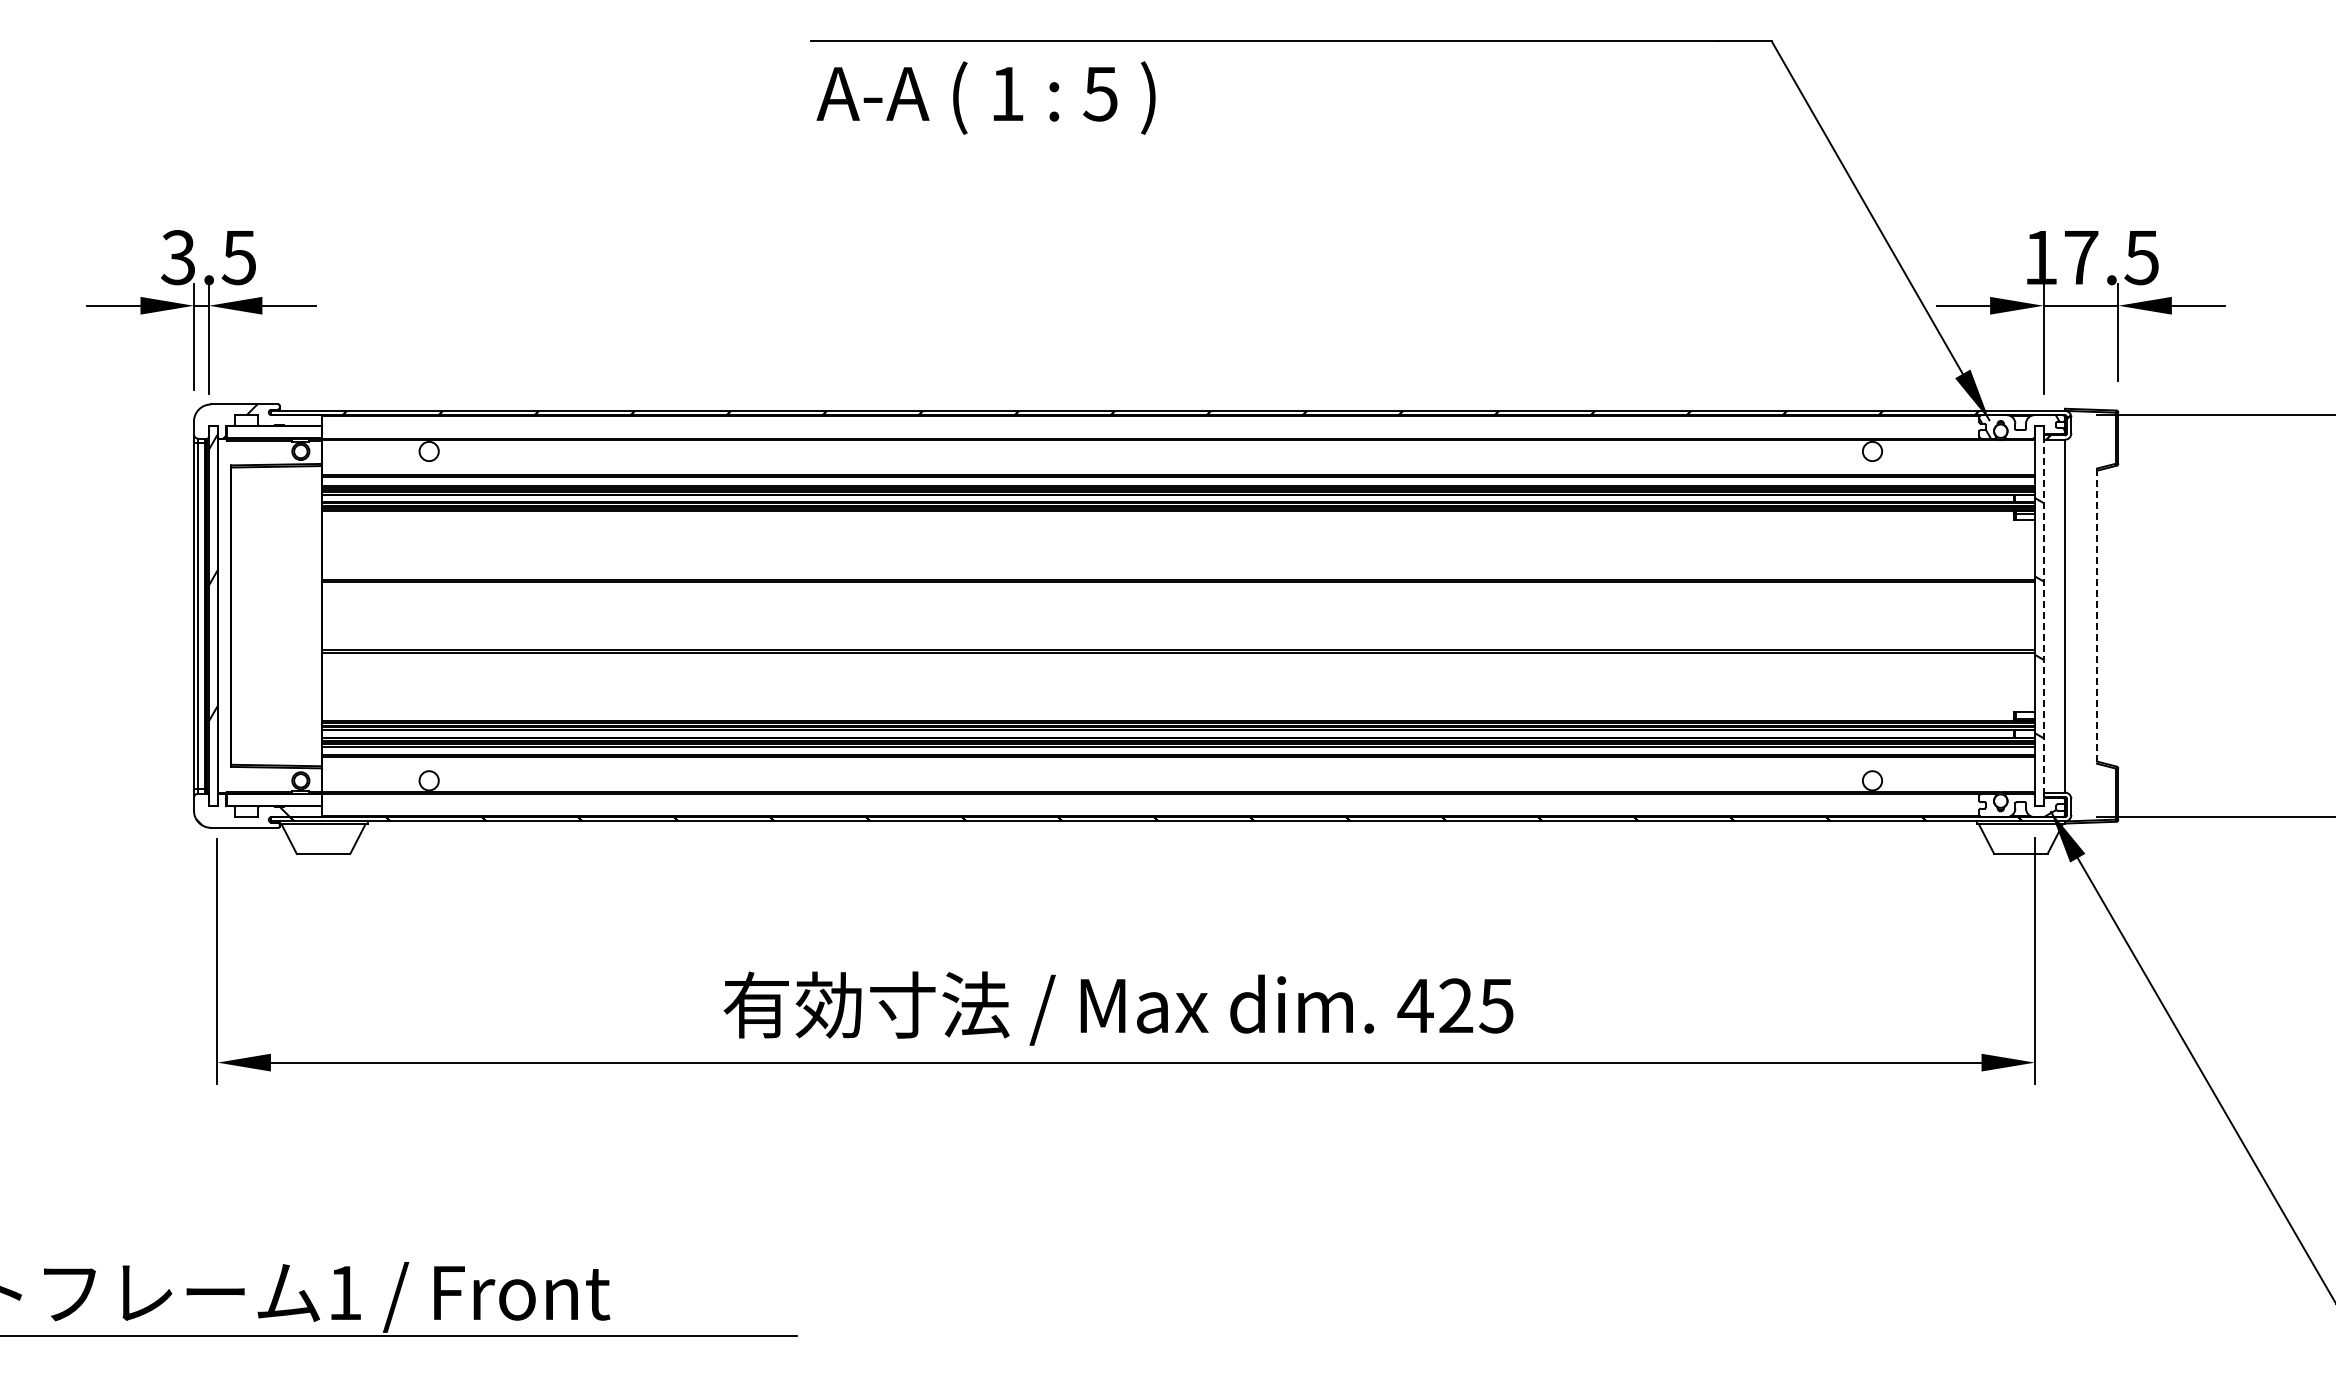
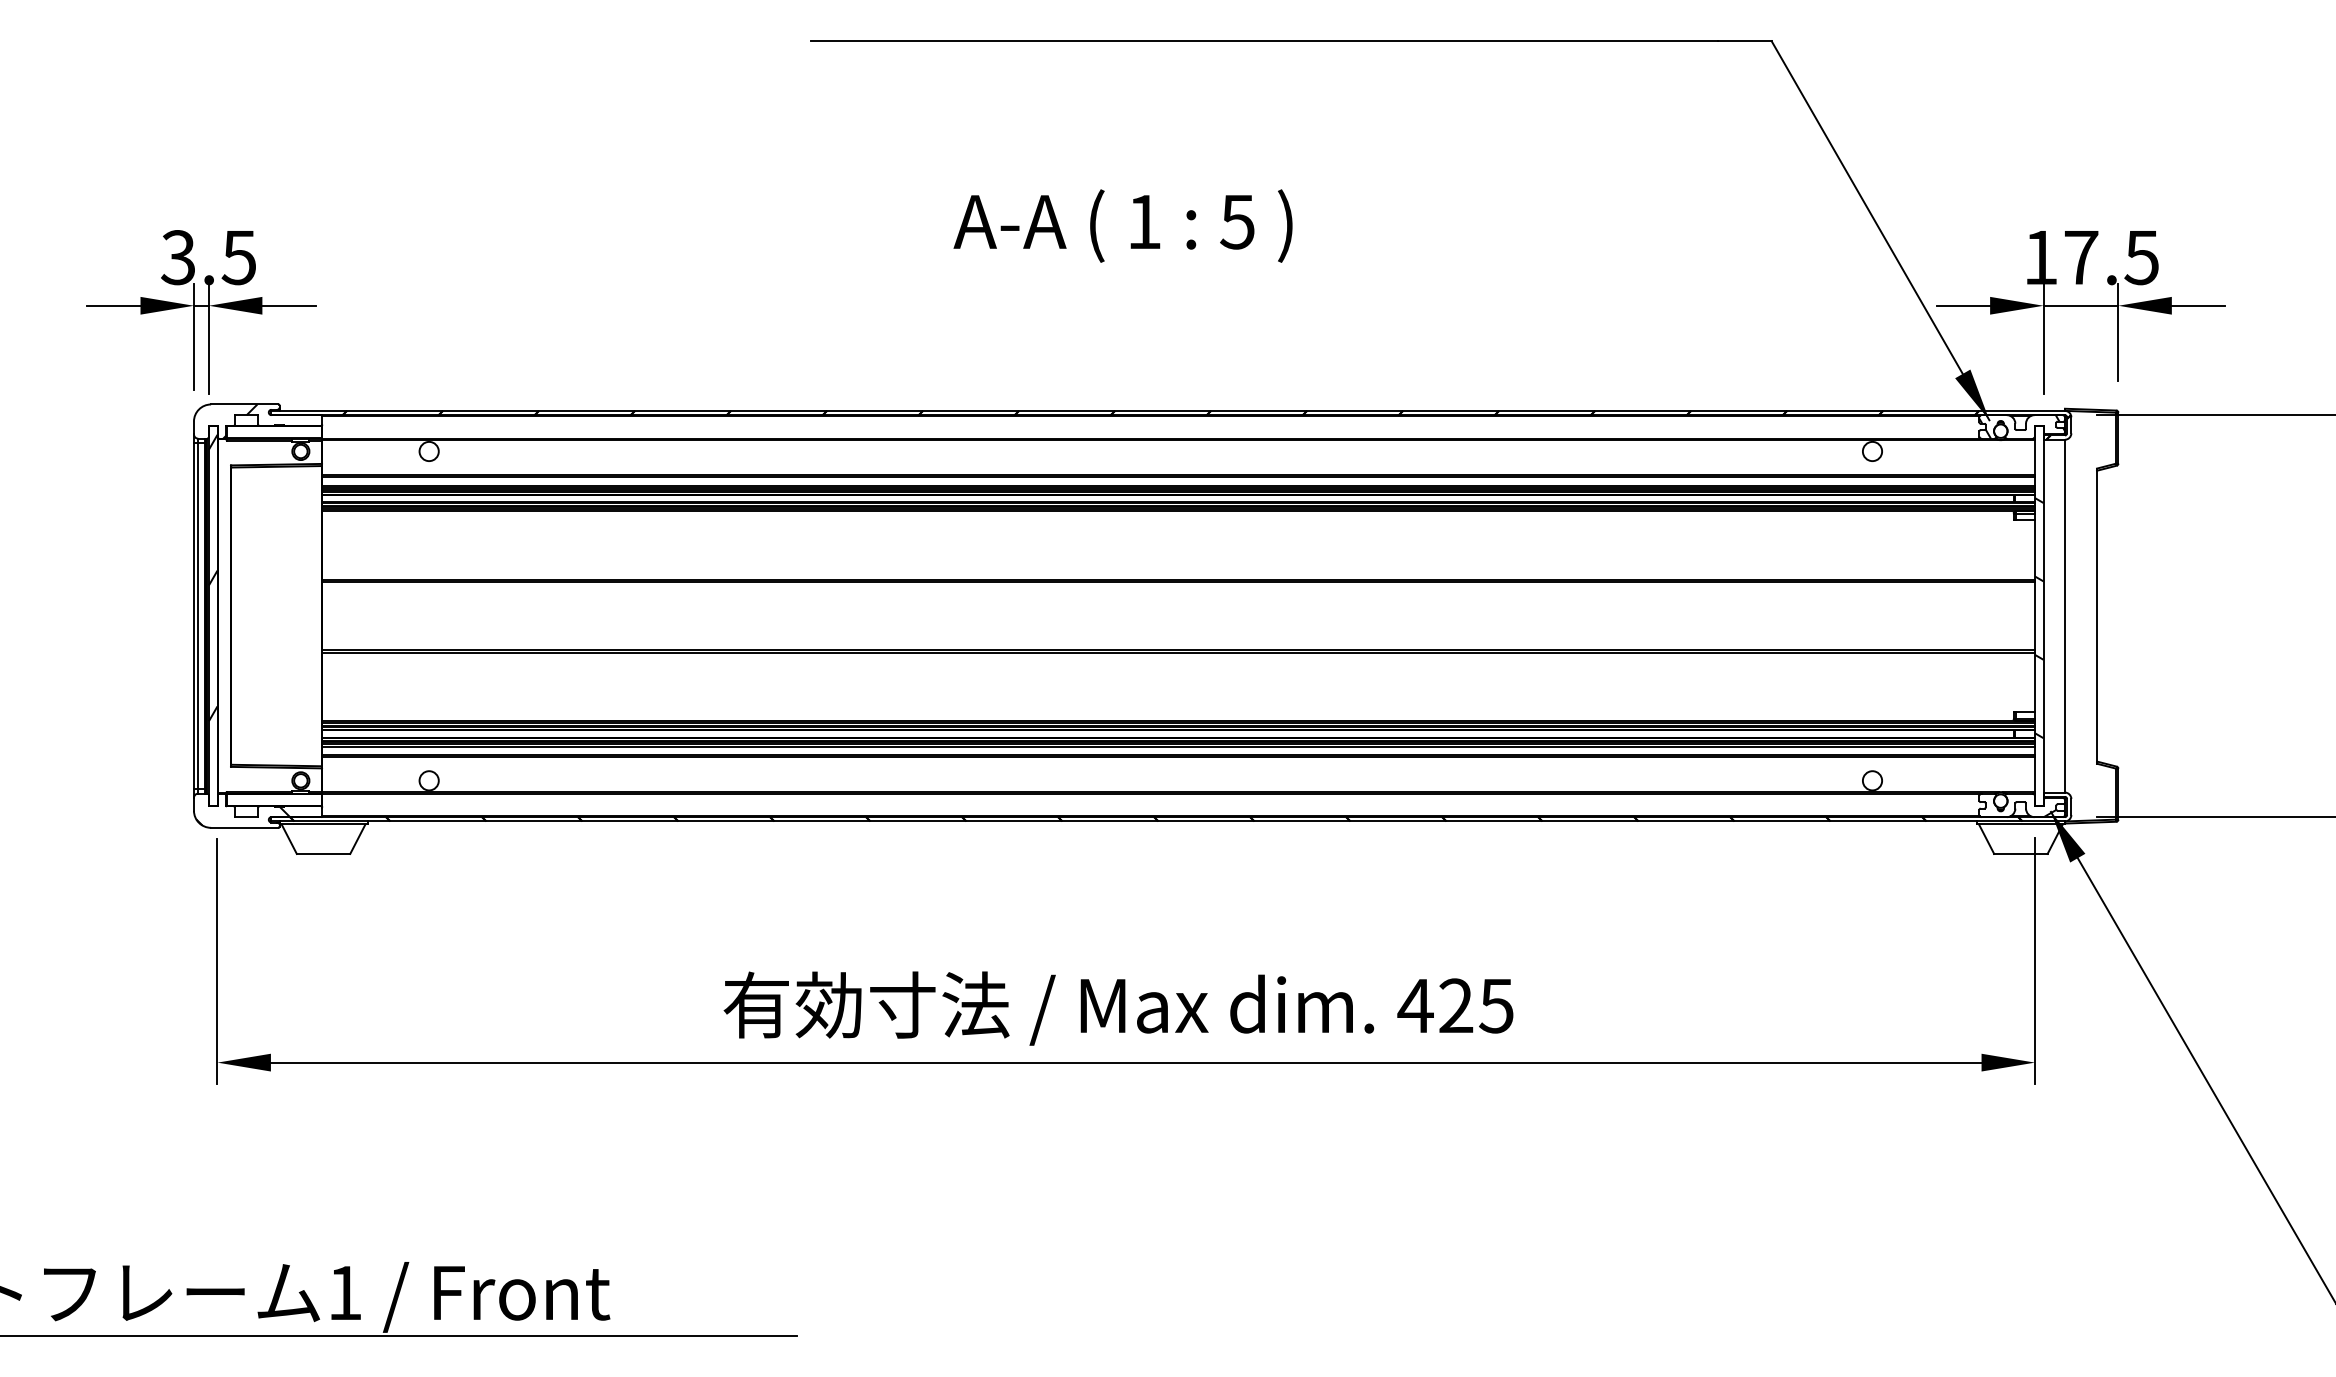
text at (985, 97) position: (985, 97) -> (1122, 225)
line at (2043, 616): dashed -> solid
line at (2097, 616): dashed -> solid
